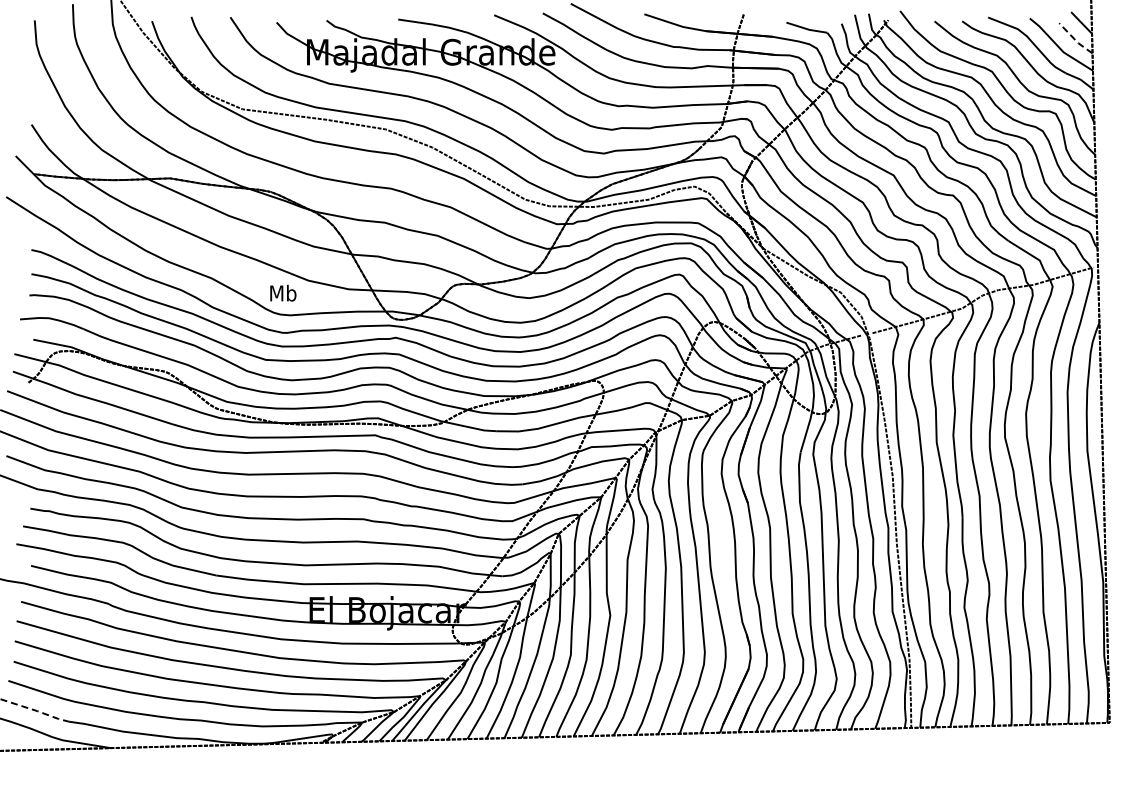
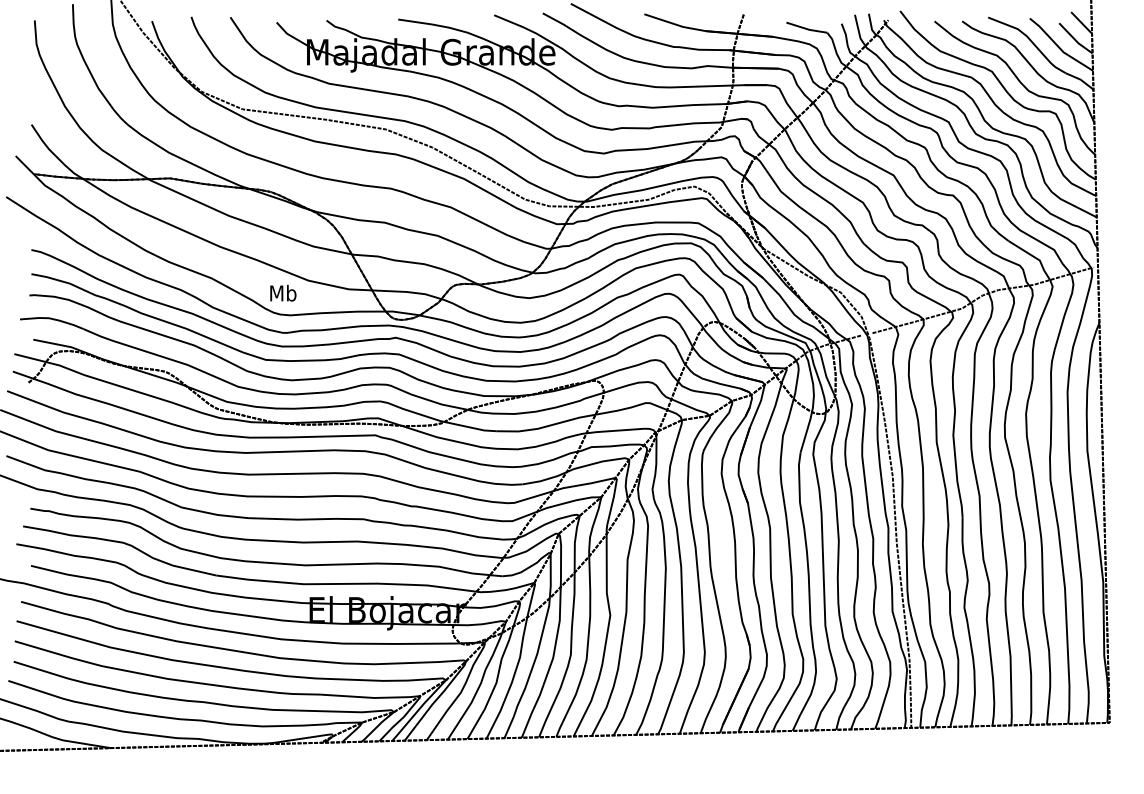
line at (1075, 39): dashed -> solid
line at (36, 710): dashed -> solid
